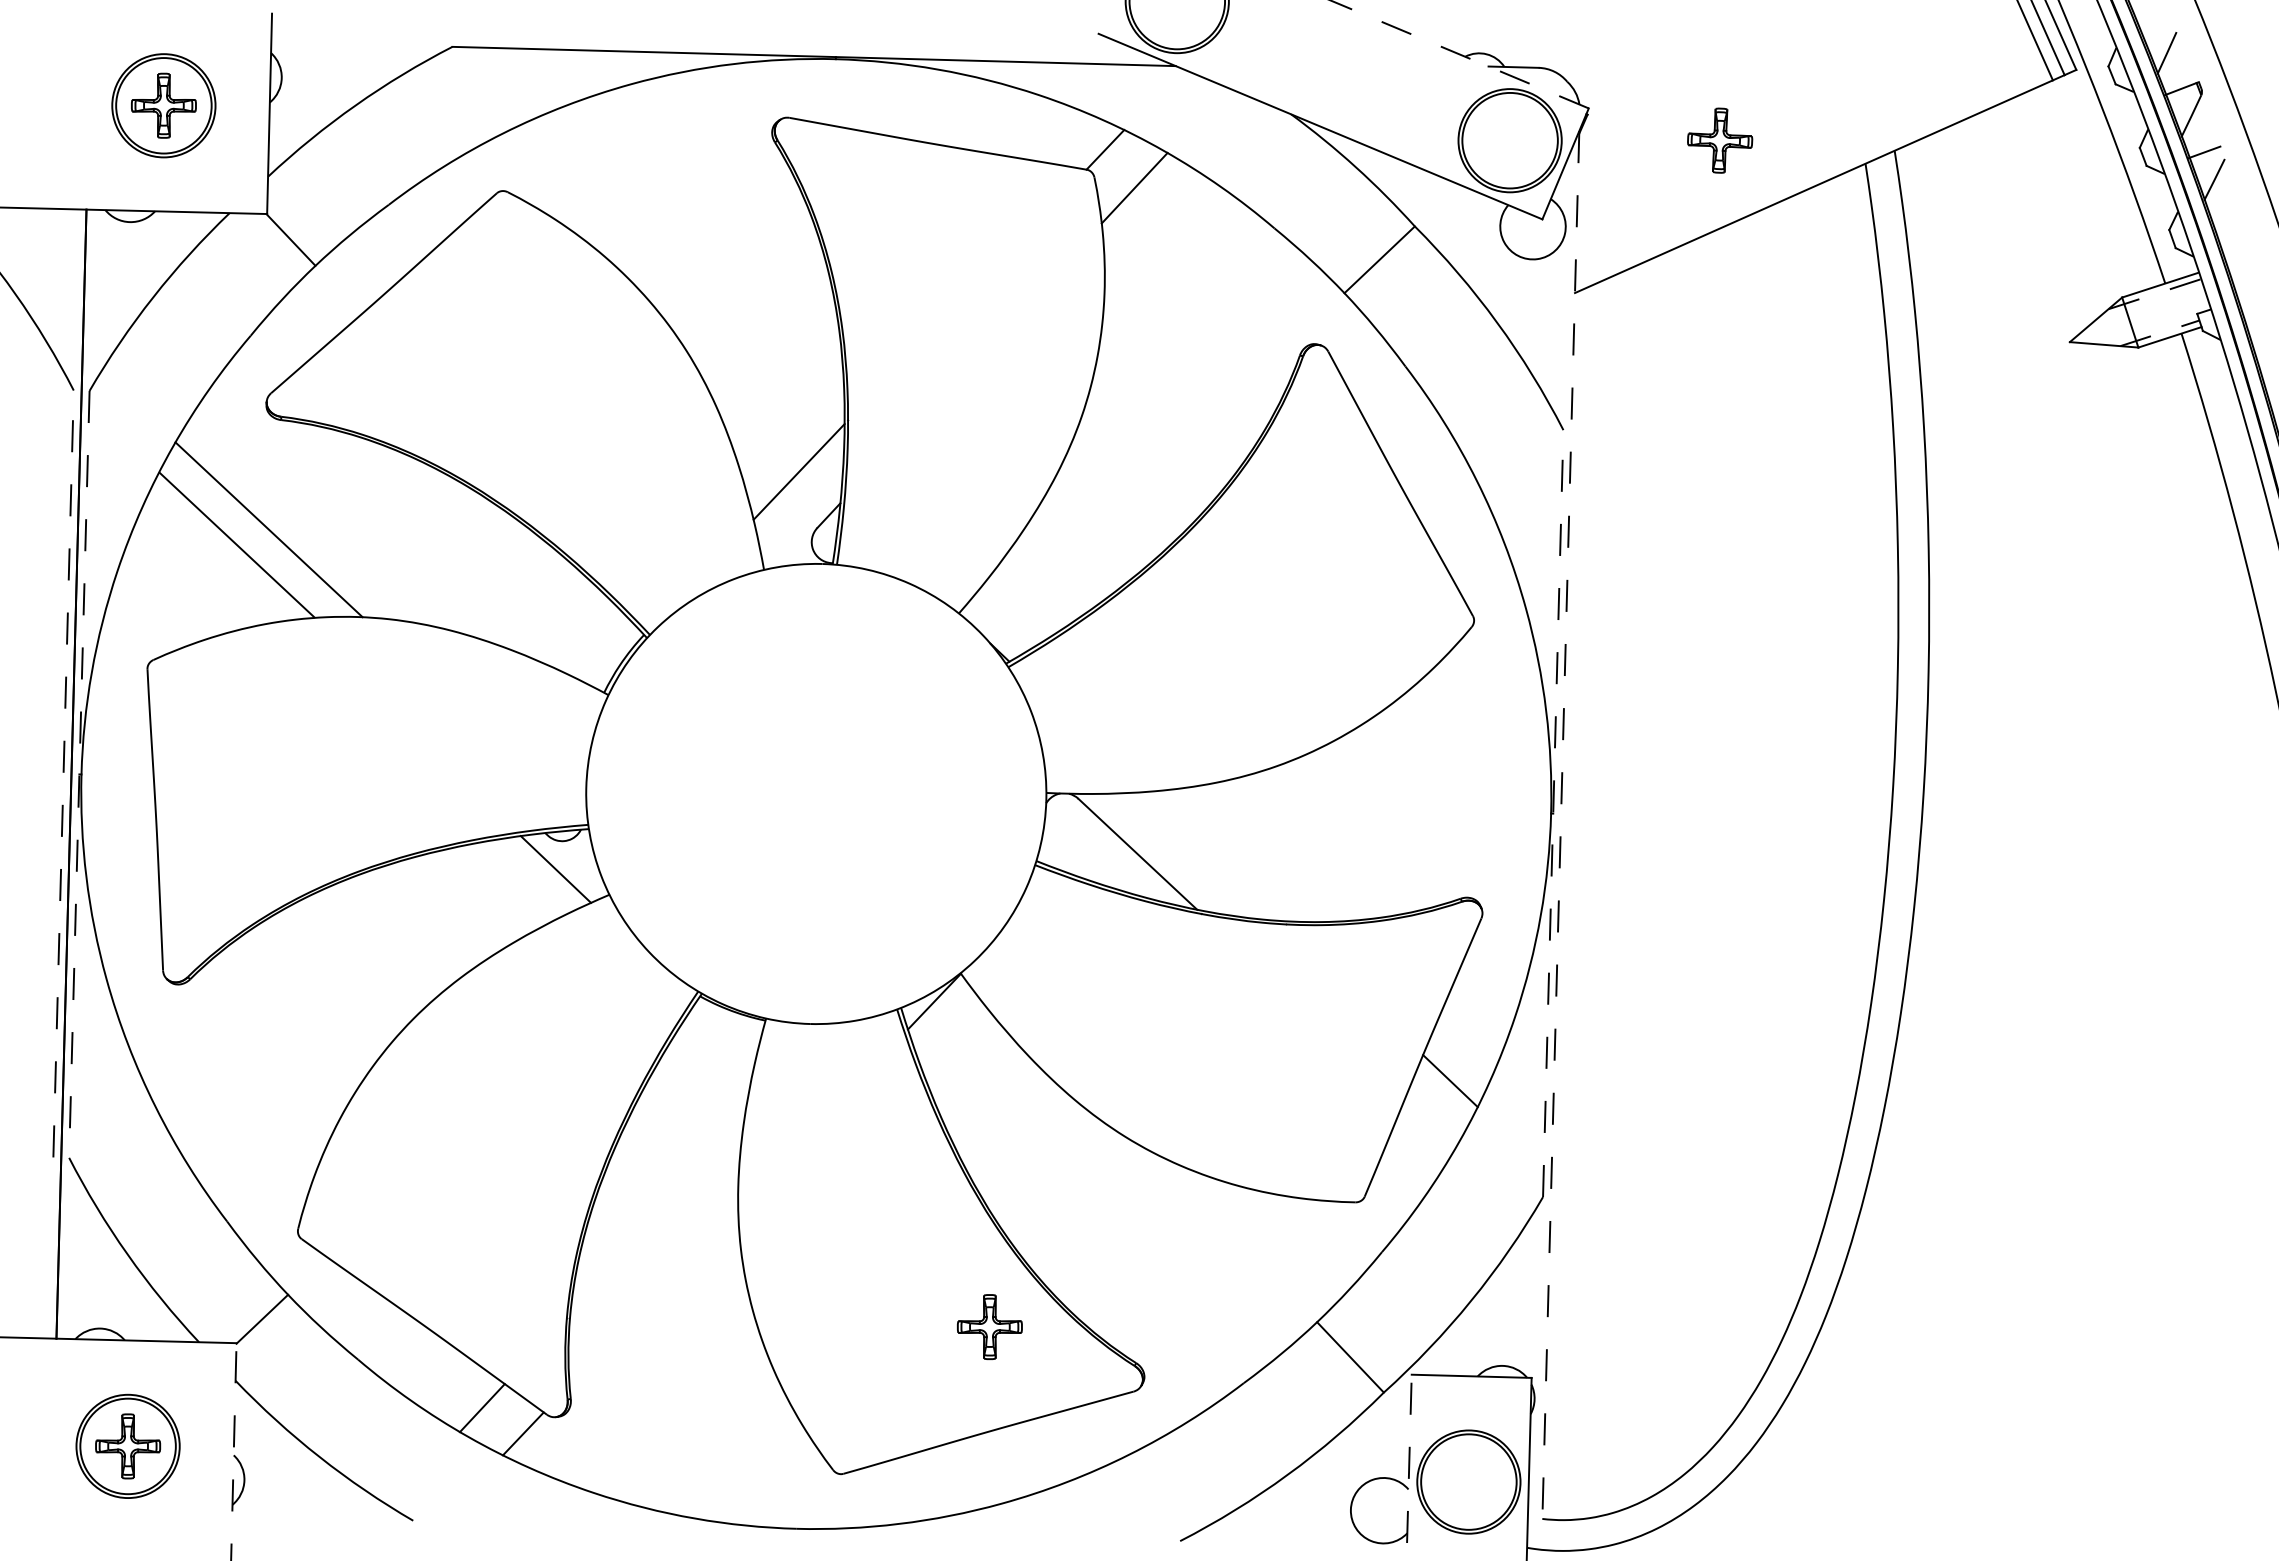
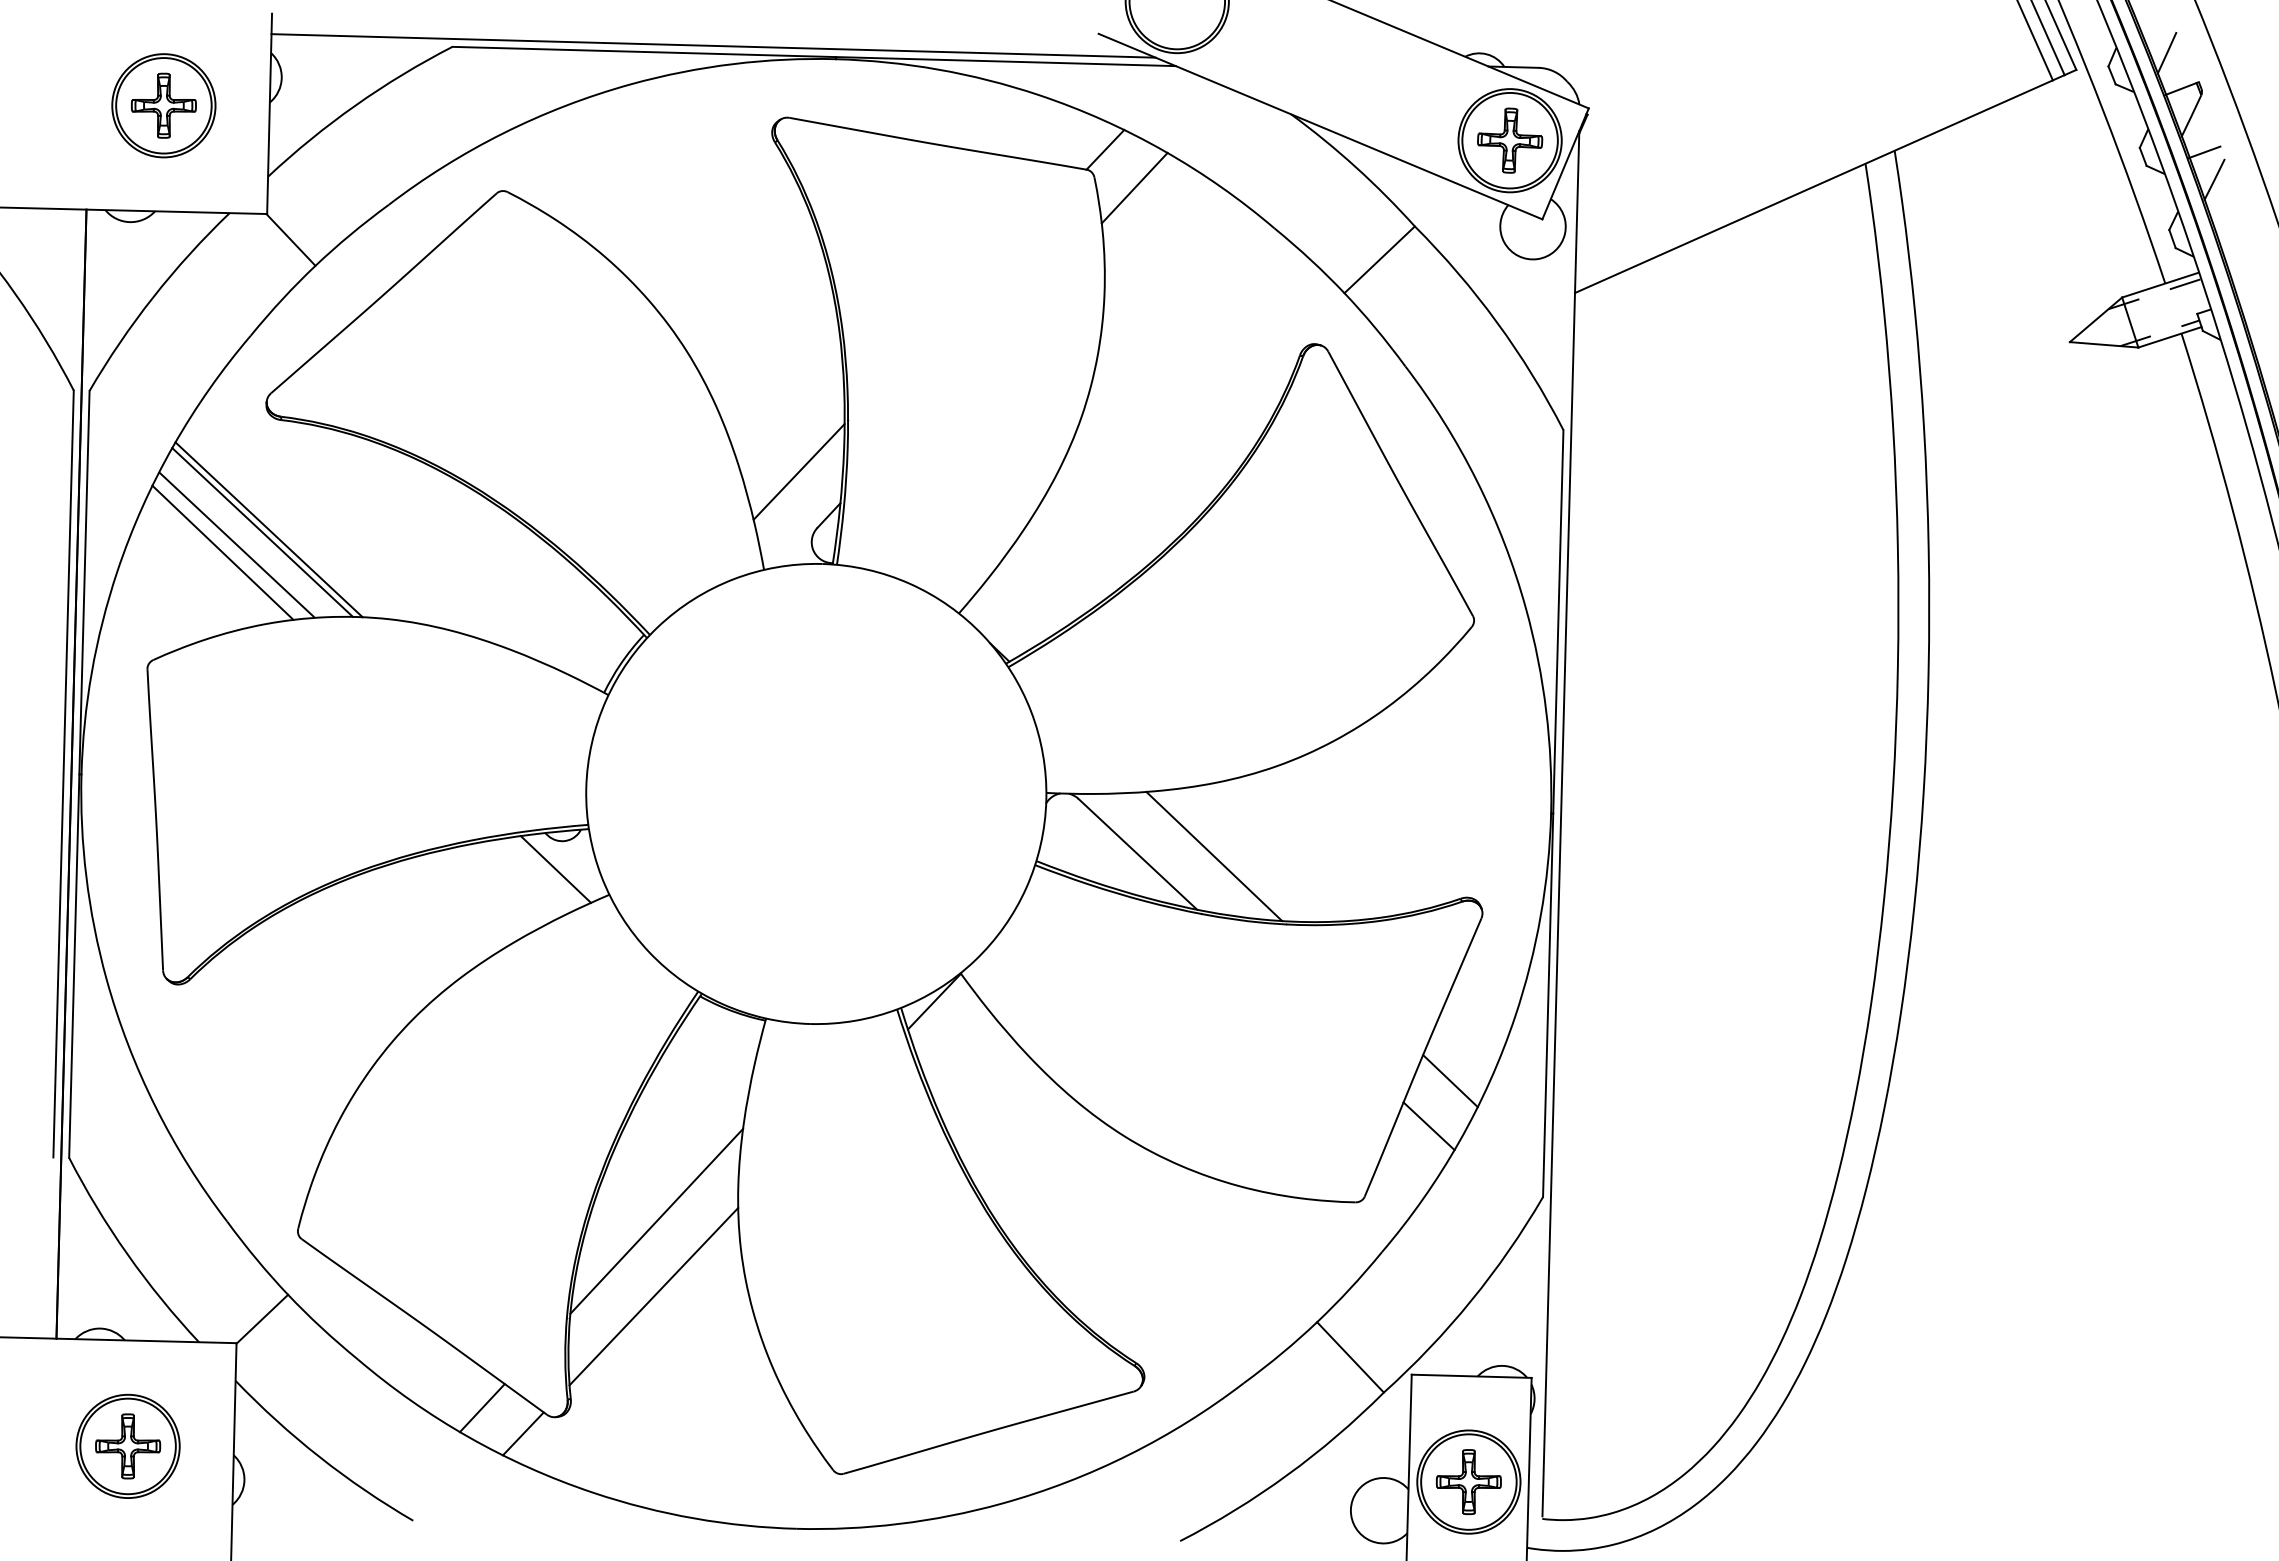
line at (713, 45): none -> present
line at (1459, 54): dashed -> solid
part at (1720, 140) position: (1720, 140) -> (1510, 140)
line at (262, 532): none -> present
line at (222, 552): none -> present
line at (63, 774): dashed -> solid
line at (79, 774): dashed -> solid
line at (1553, 813): dashed -> solid
line at (1560, 823): dashed -> solid
line at (1214, 856): none -> present
line at (1428, 1126): none -> present
line at (656, 1220): none -> present
line at (653, 1296): none -> present
part at (989, 1326) position: (989, 1326) -> (1468, 1481)
line at (233, 1452): dashed -> solid
line at (1409, 1467): dashed -> solid
